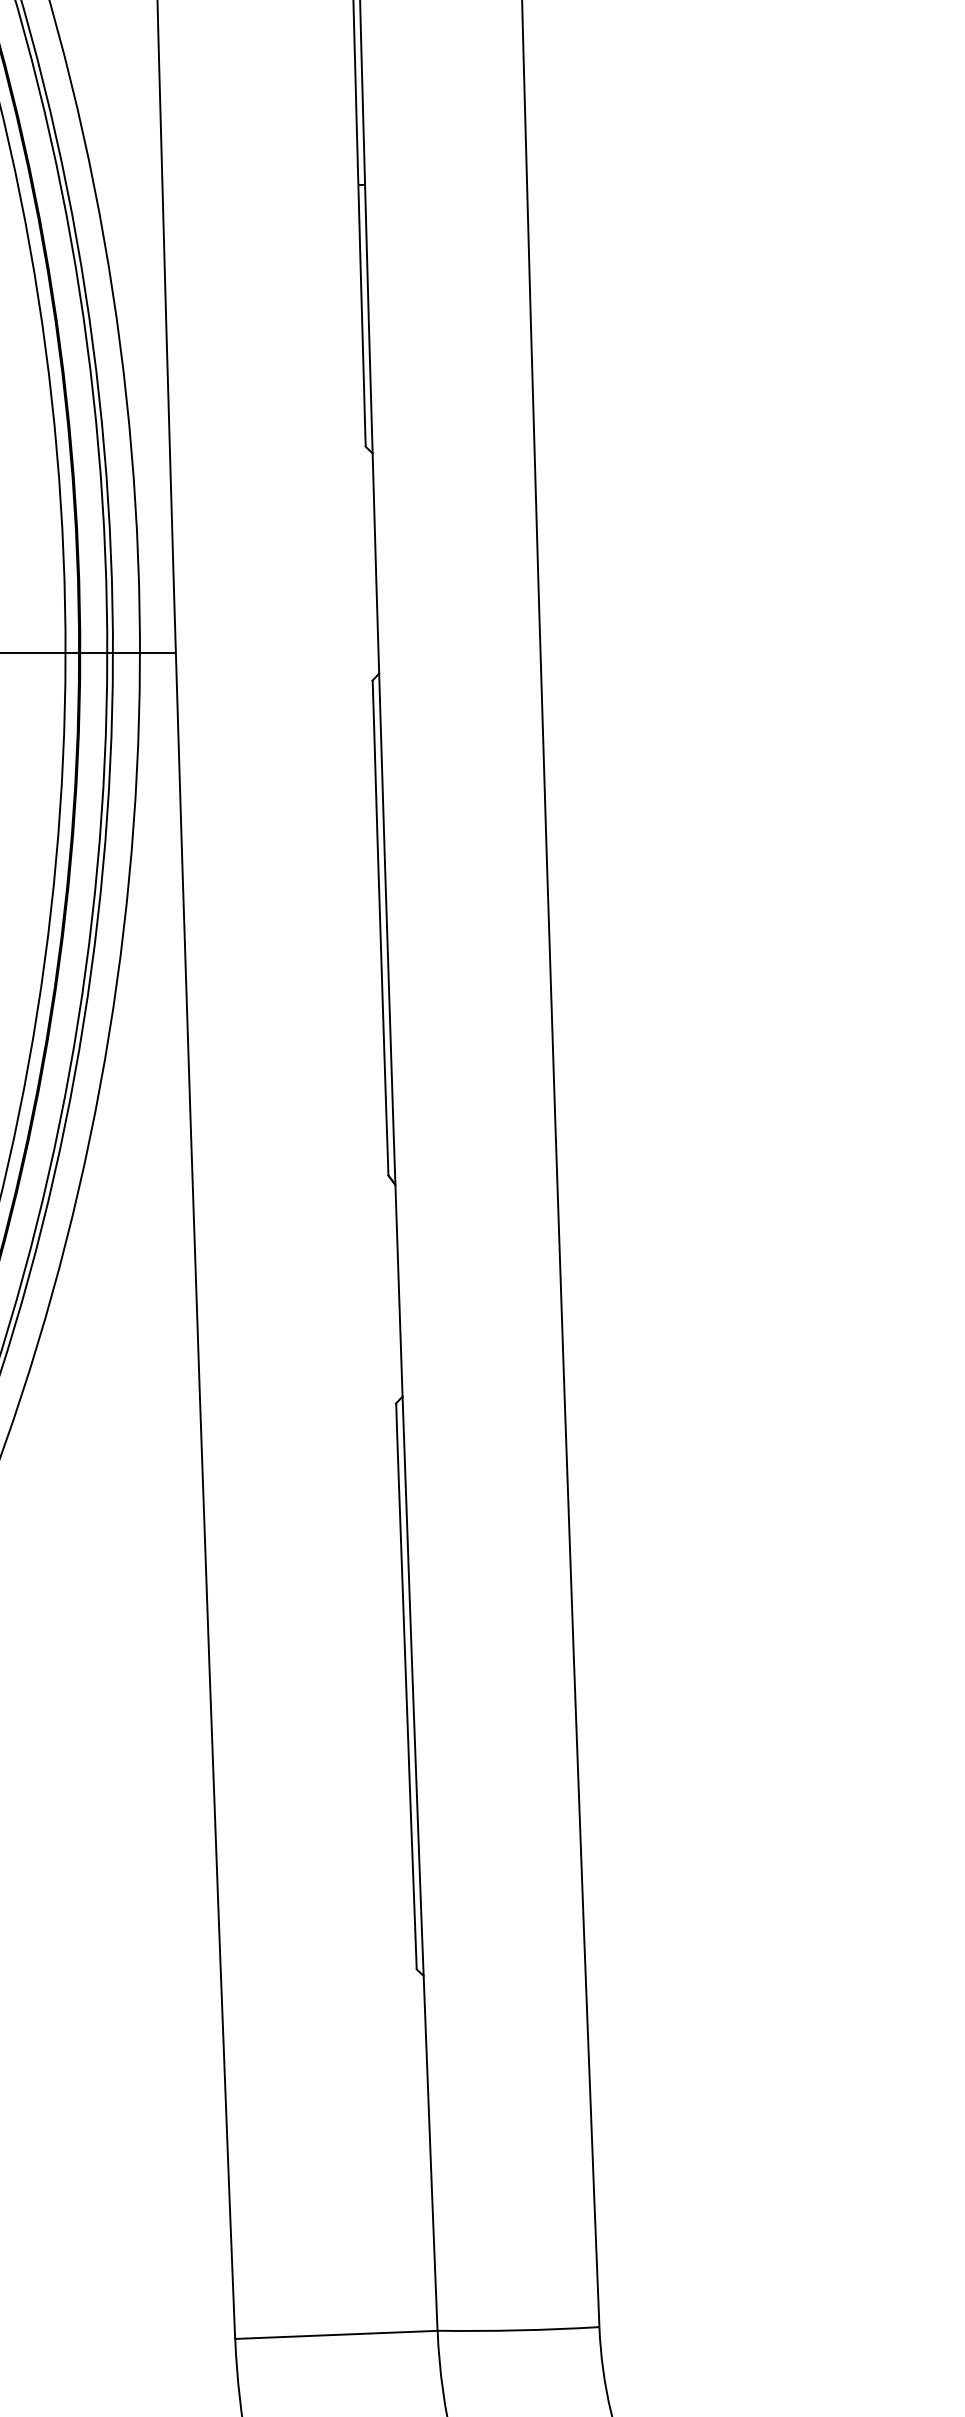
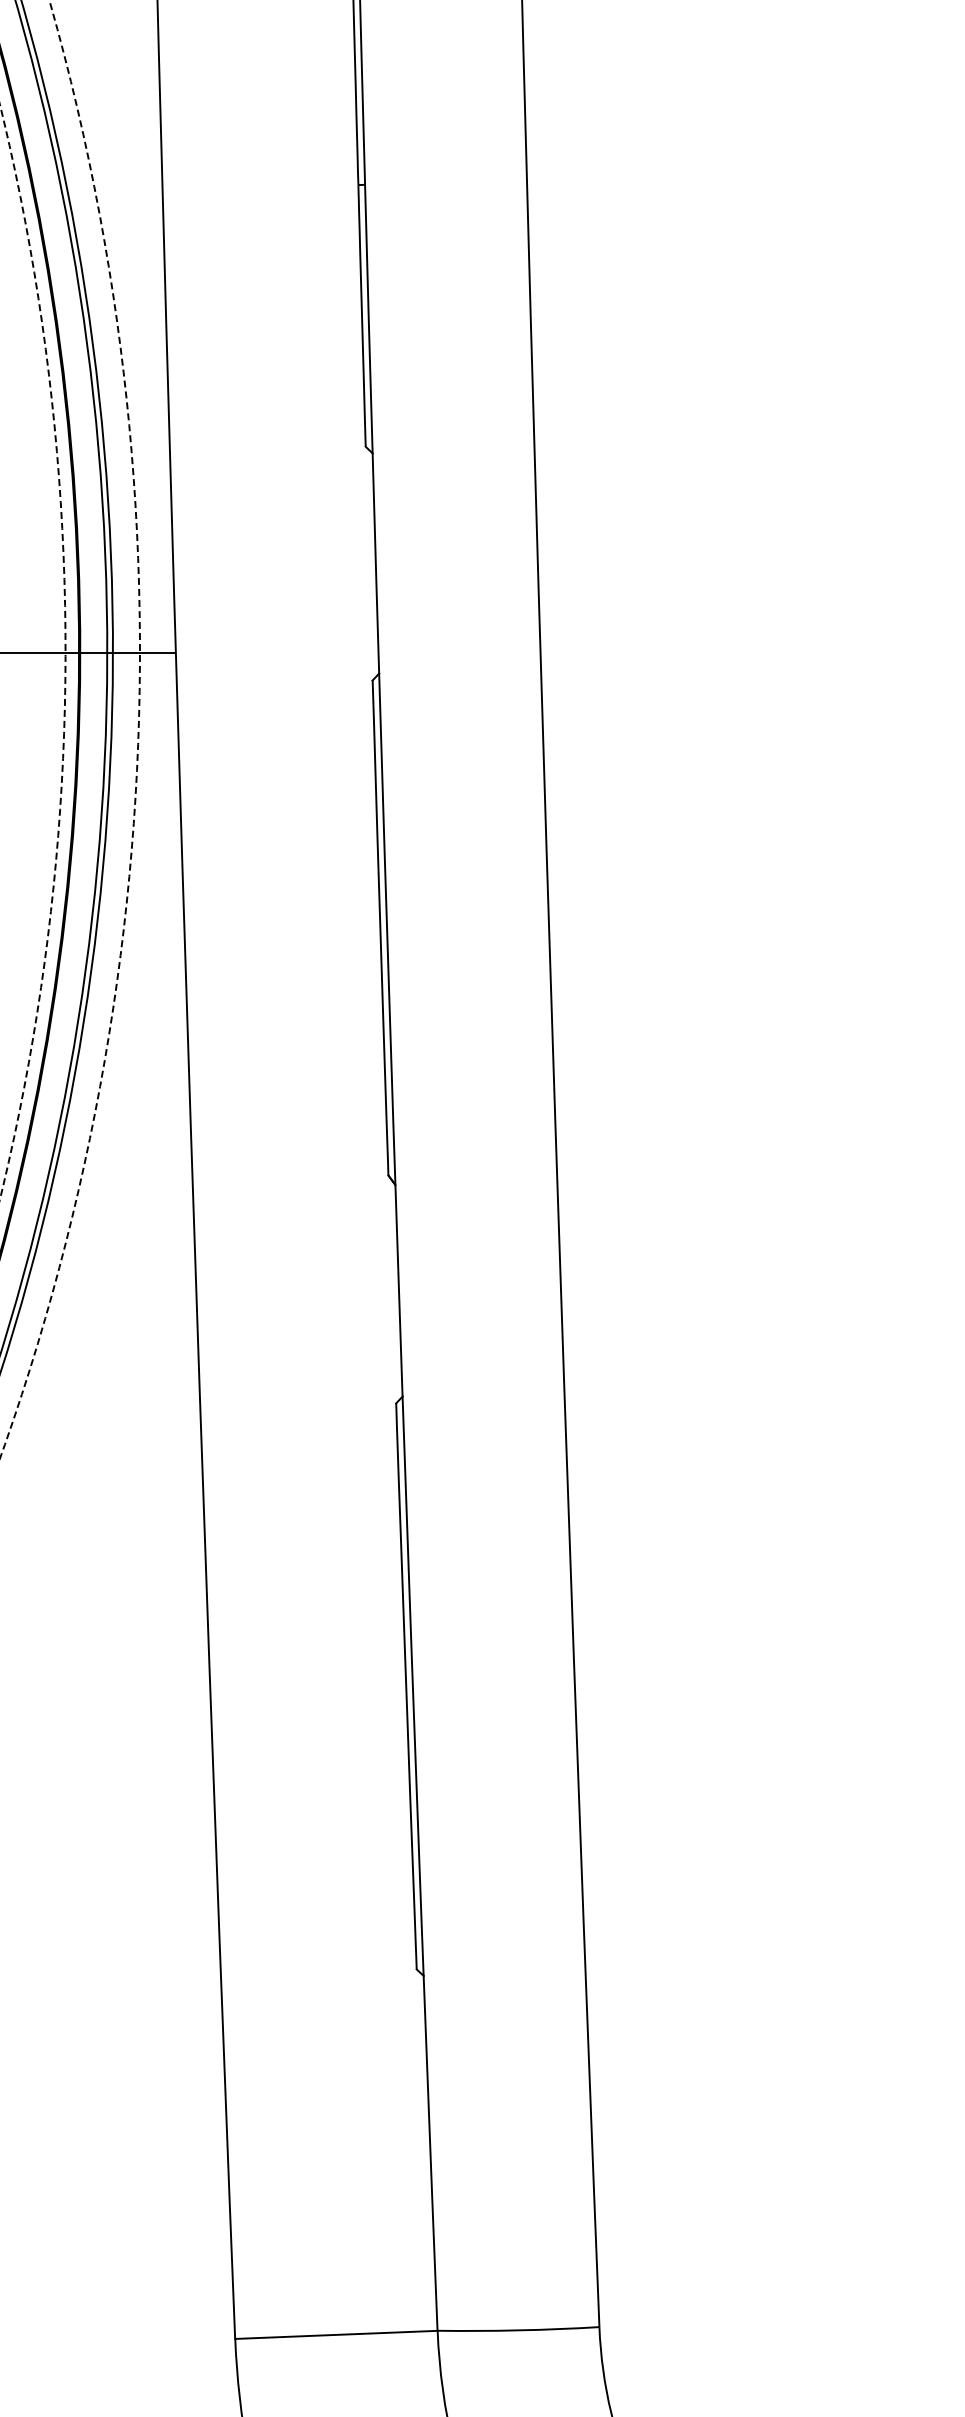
arc at (65, 654): solid -> dashed
arc at (138, 734): solid -> dashed
